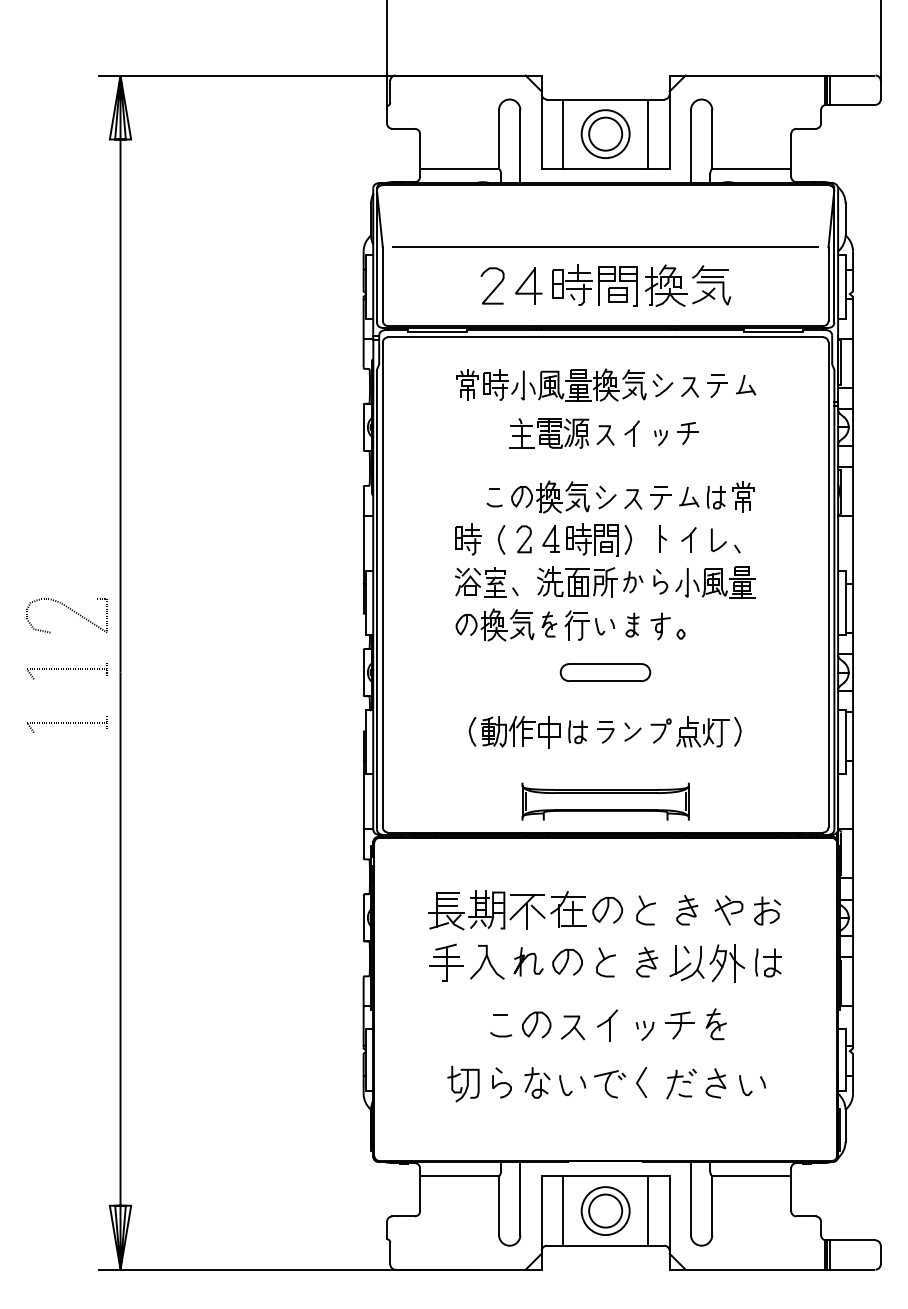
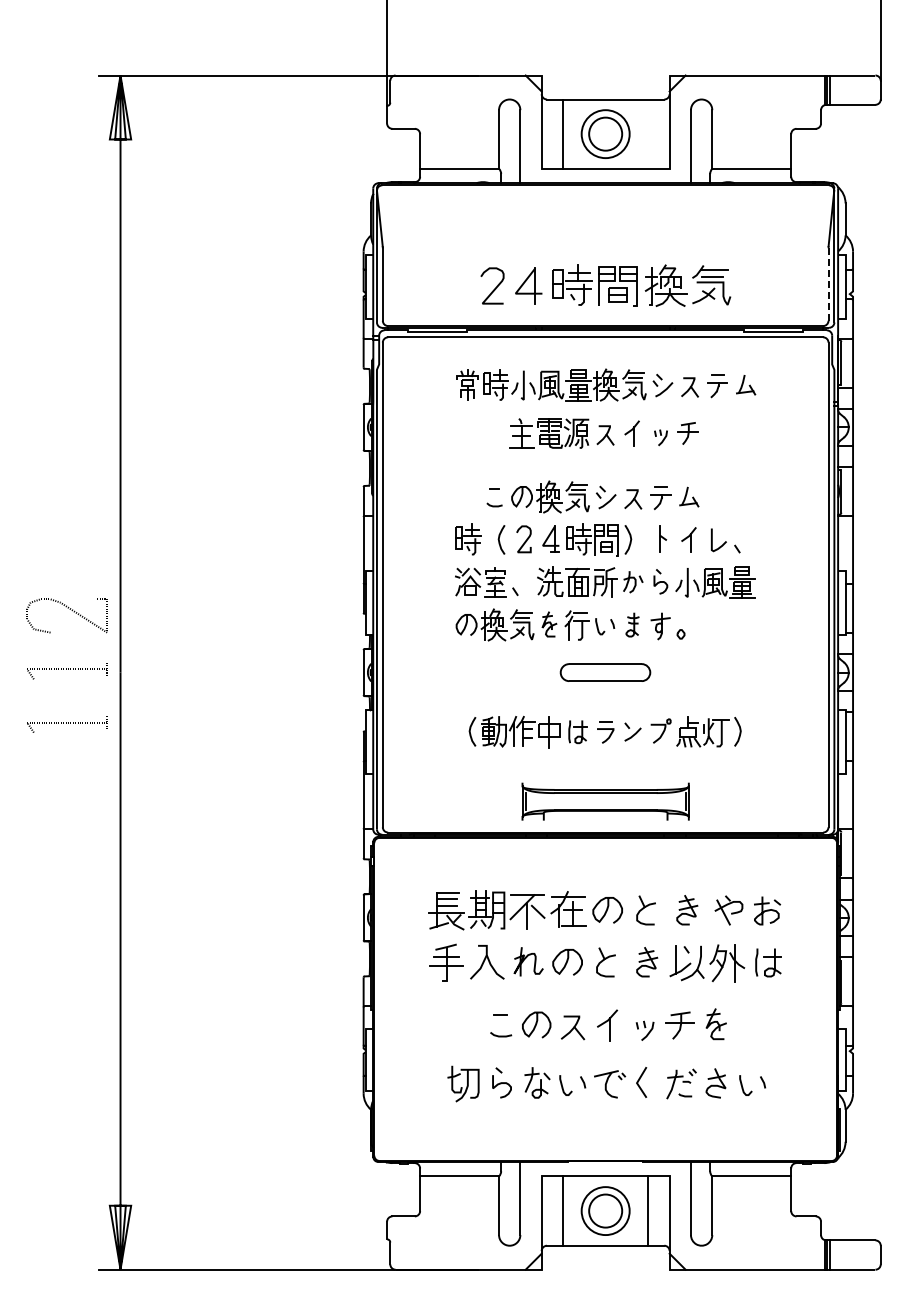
line at (648, 133): present -> none
line at (605, 247): present -> none
line at (828, 284): solid -> dashed
part at (730, 496): present -> none
